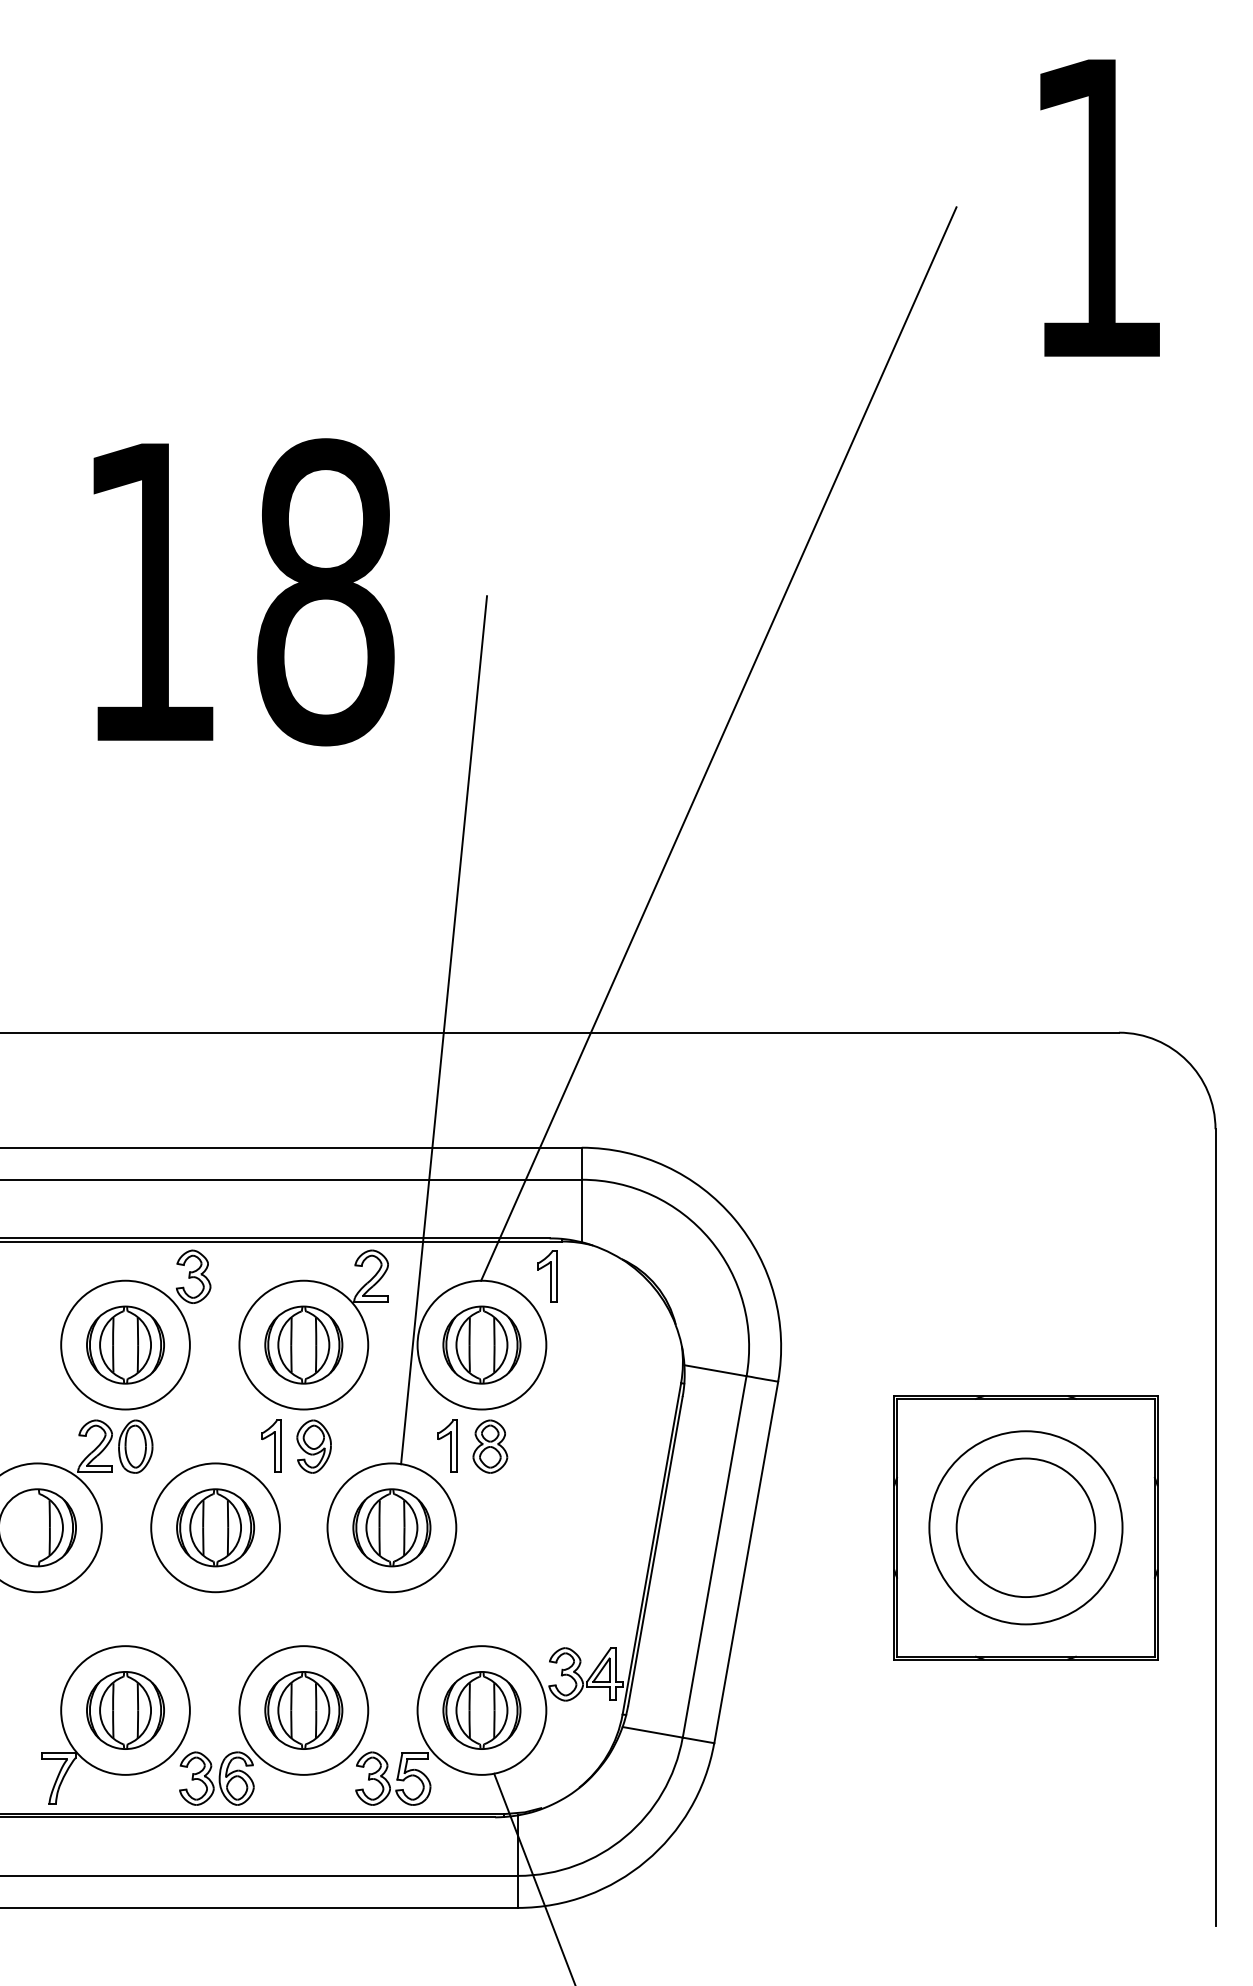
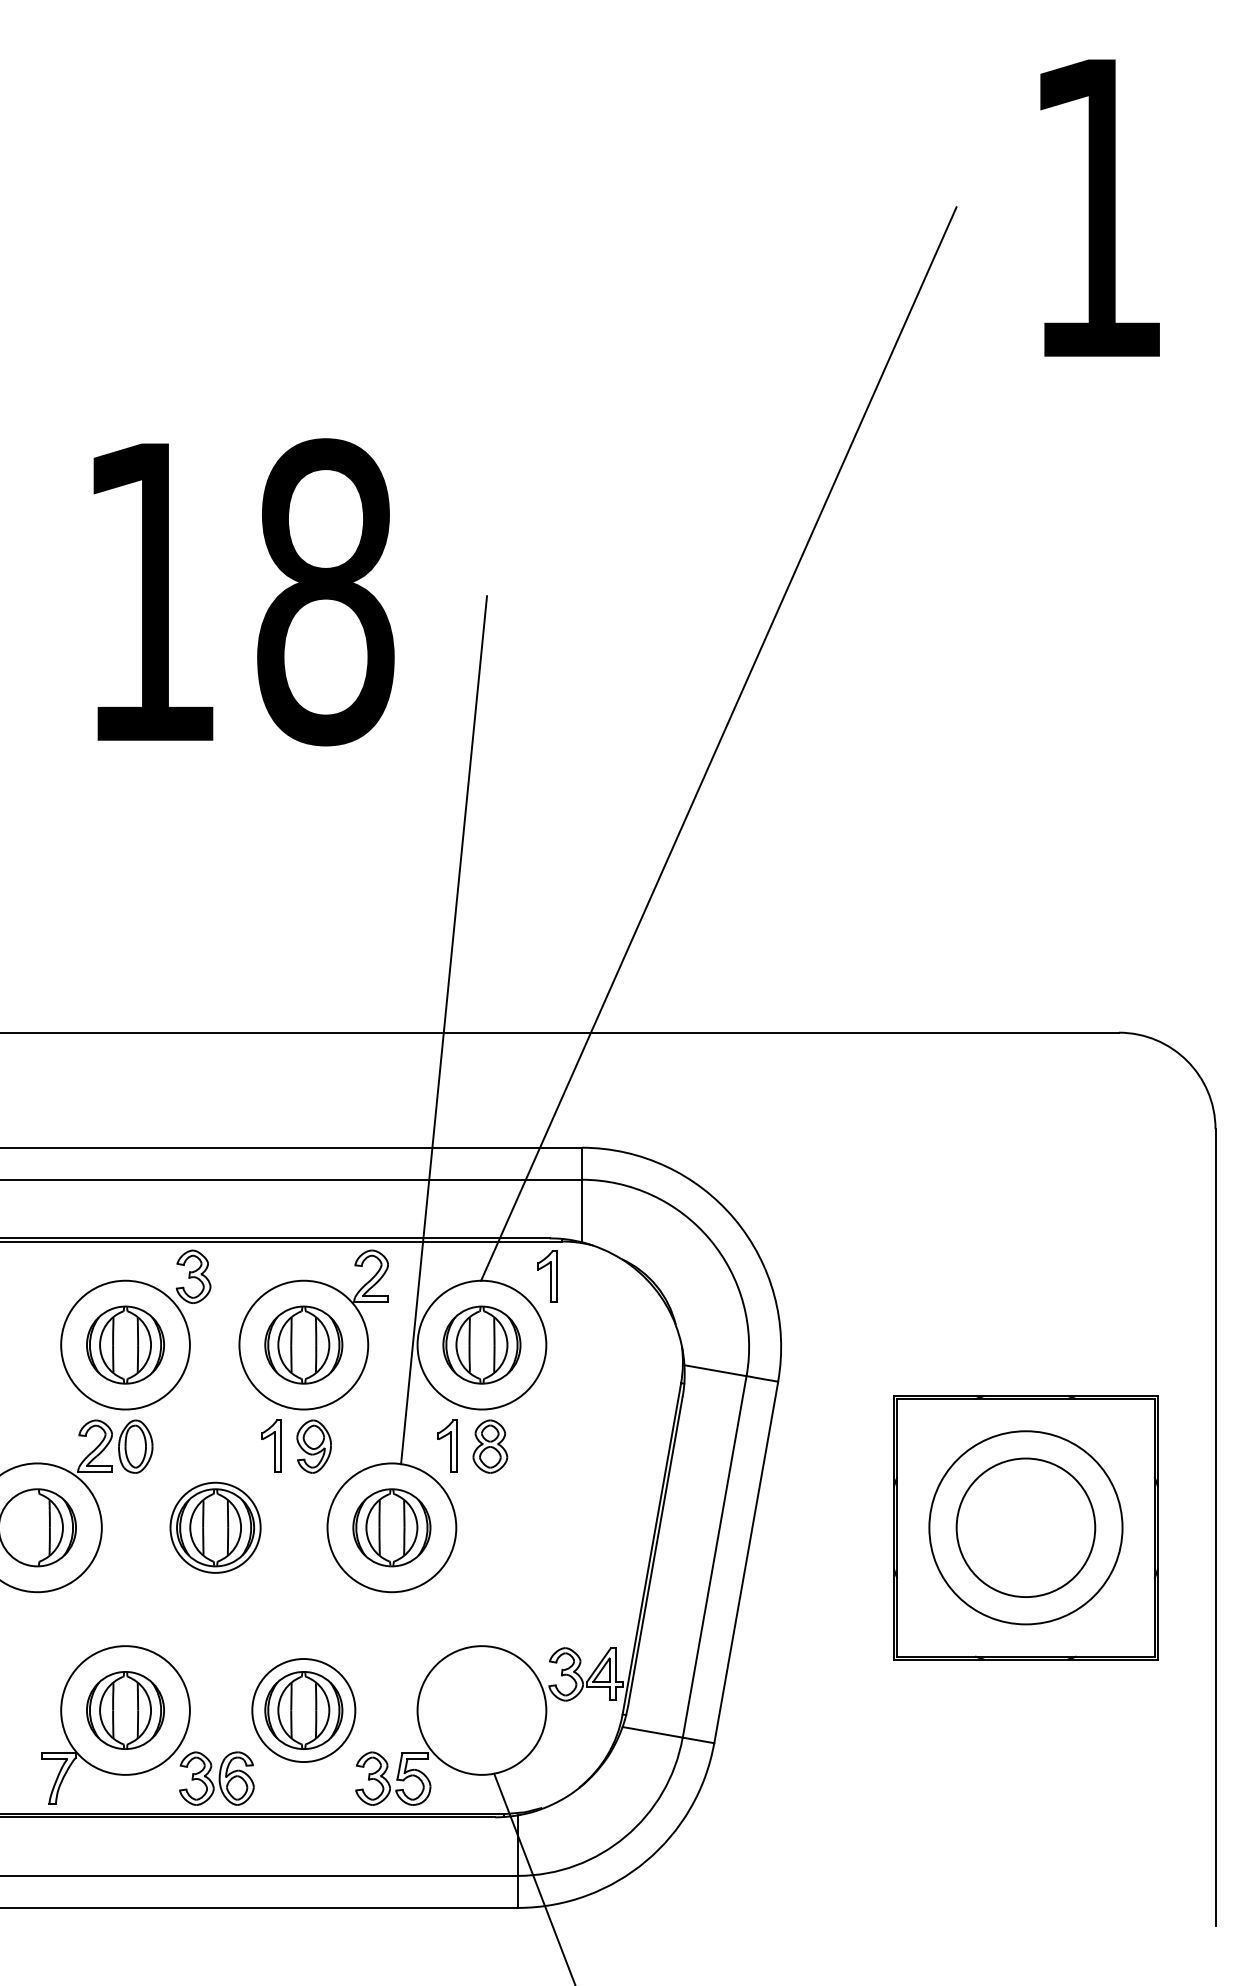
circle at (215, 1527) diameter: 129 px -> 90 px
circle at (303, 1710) diameter: 129 px -> 103 px
part at (481, 1710): present -> none
